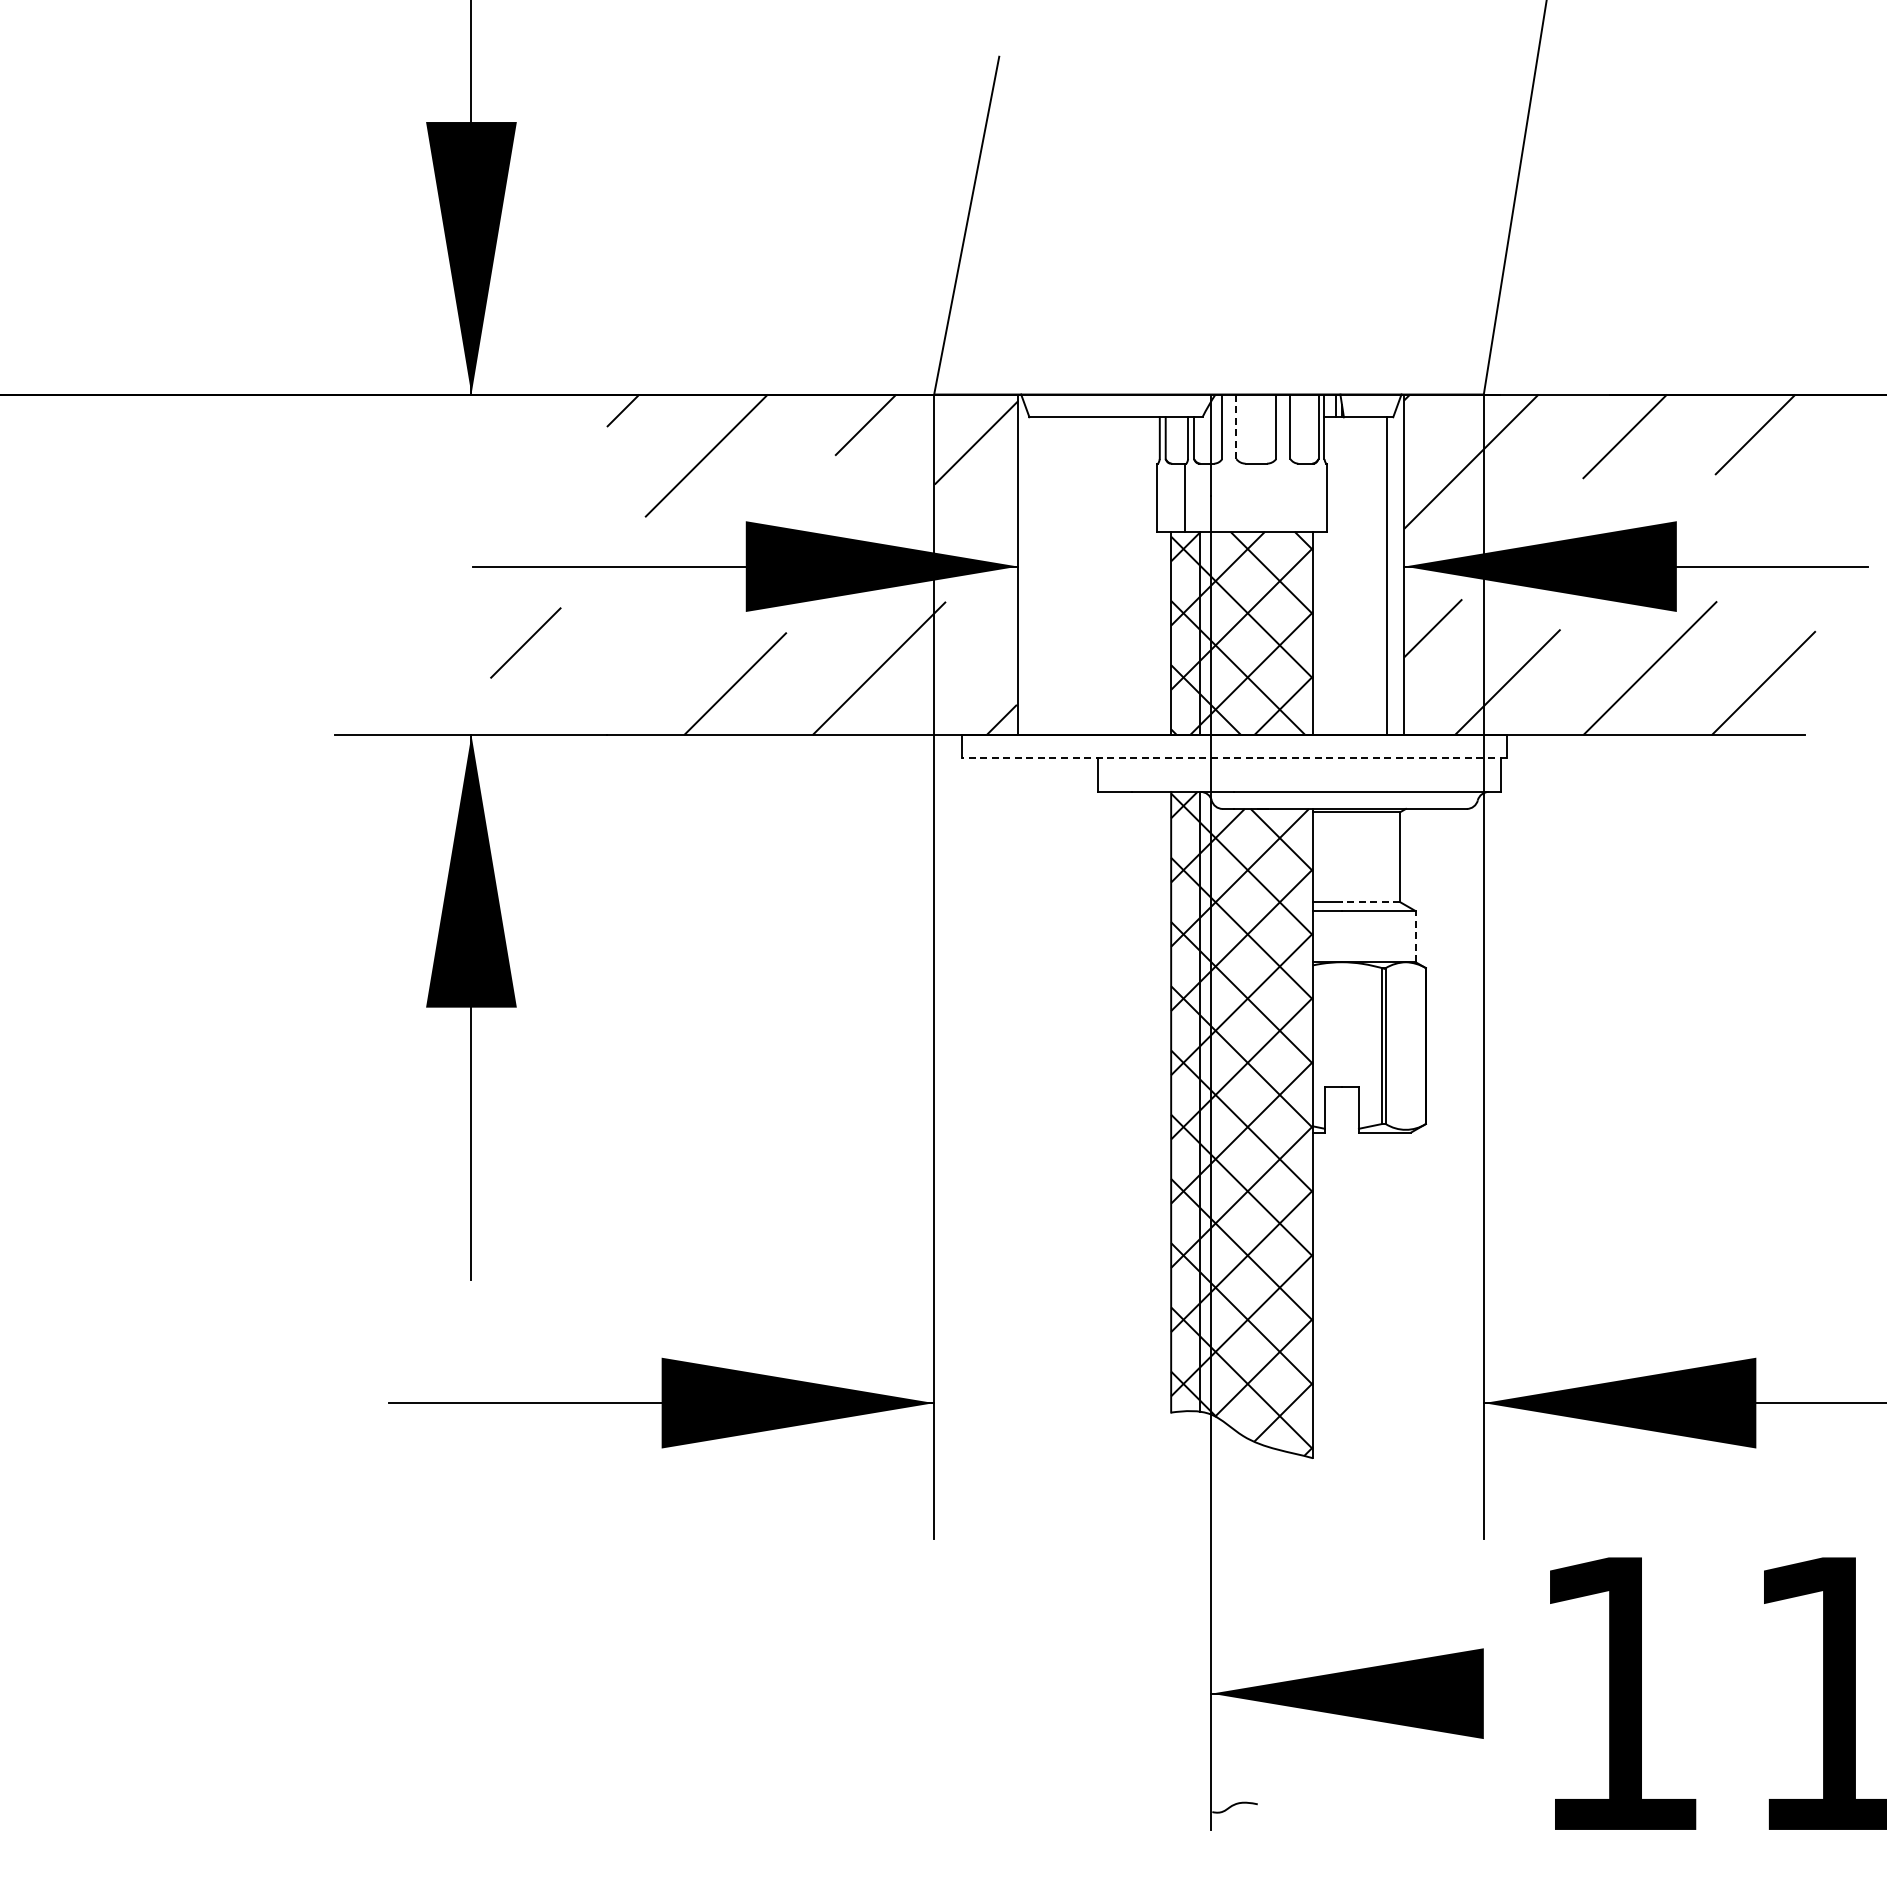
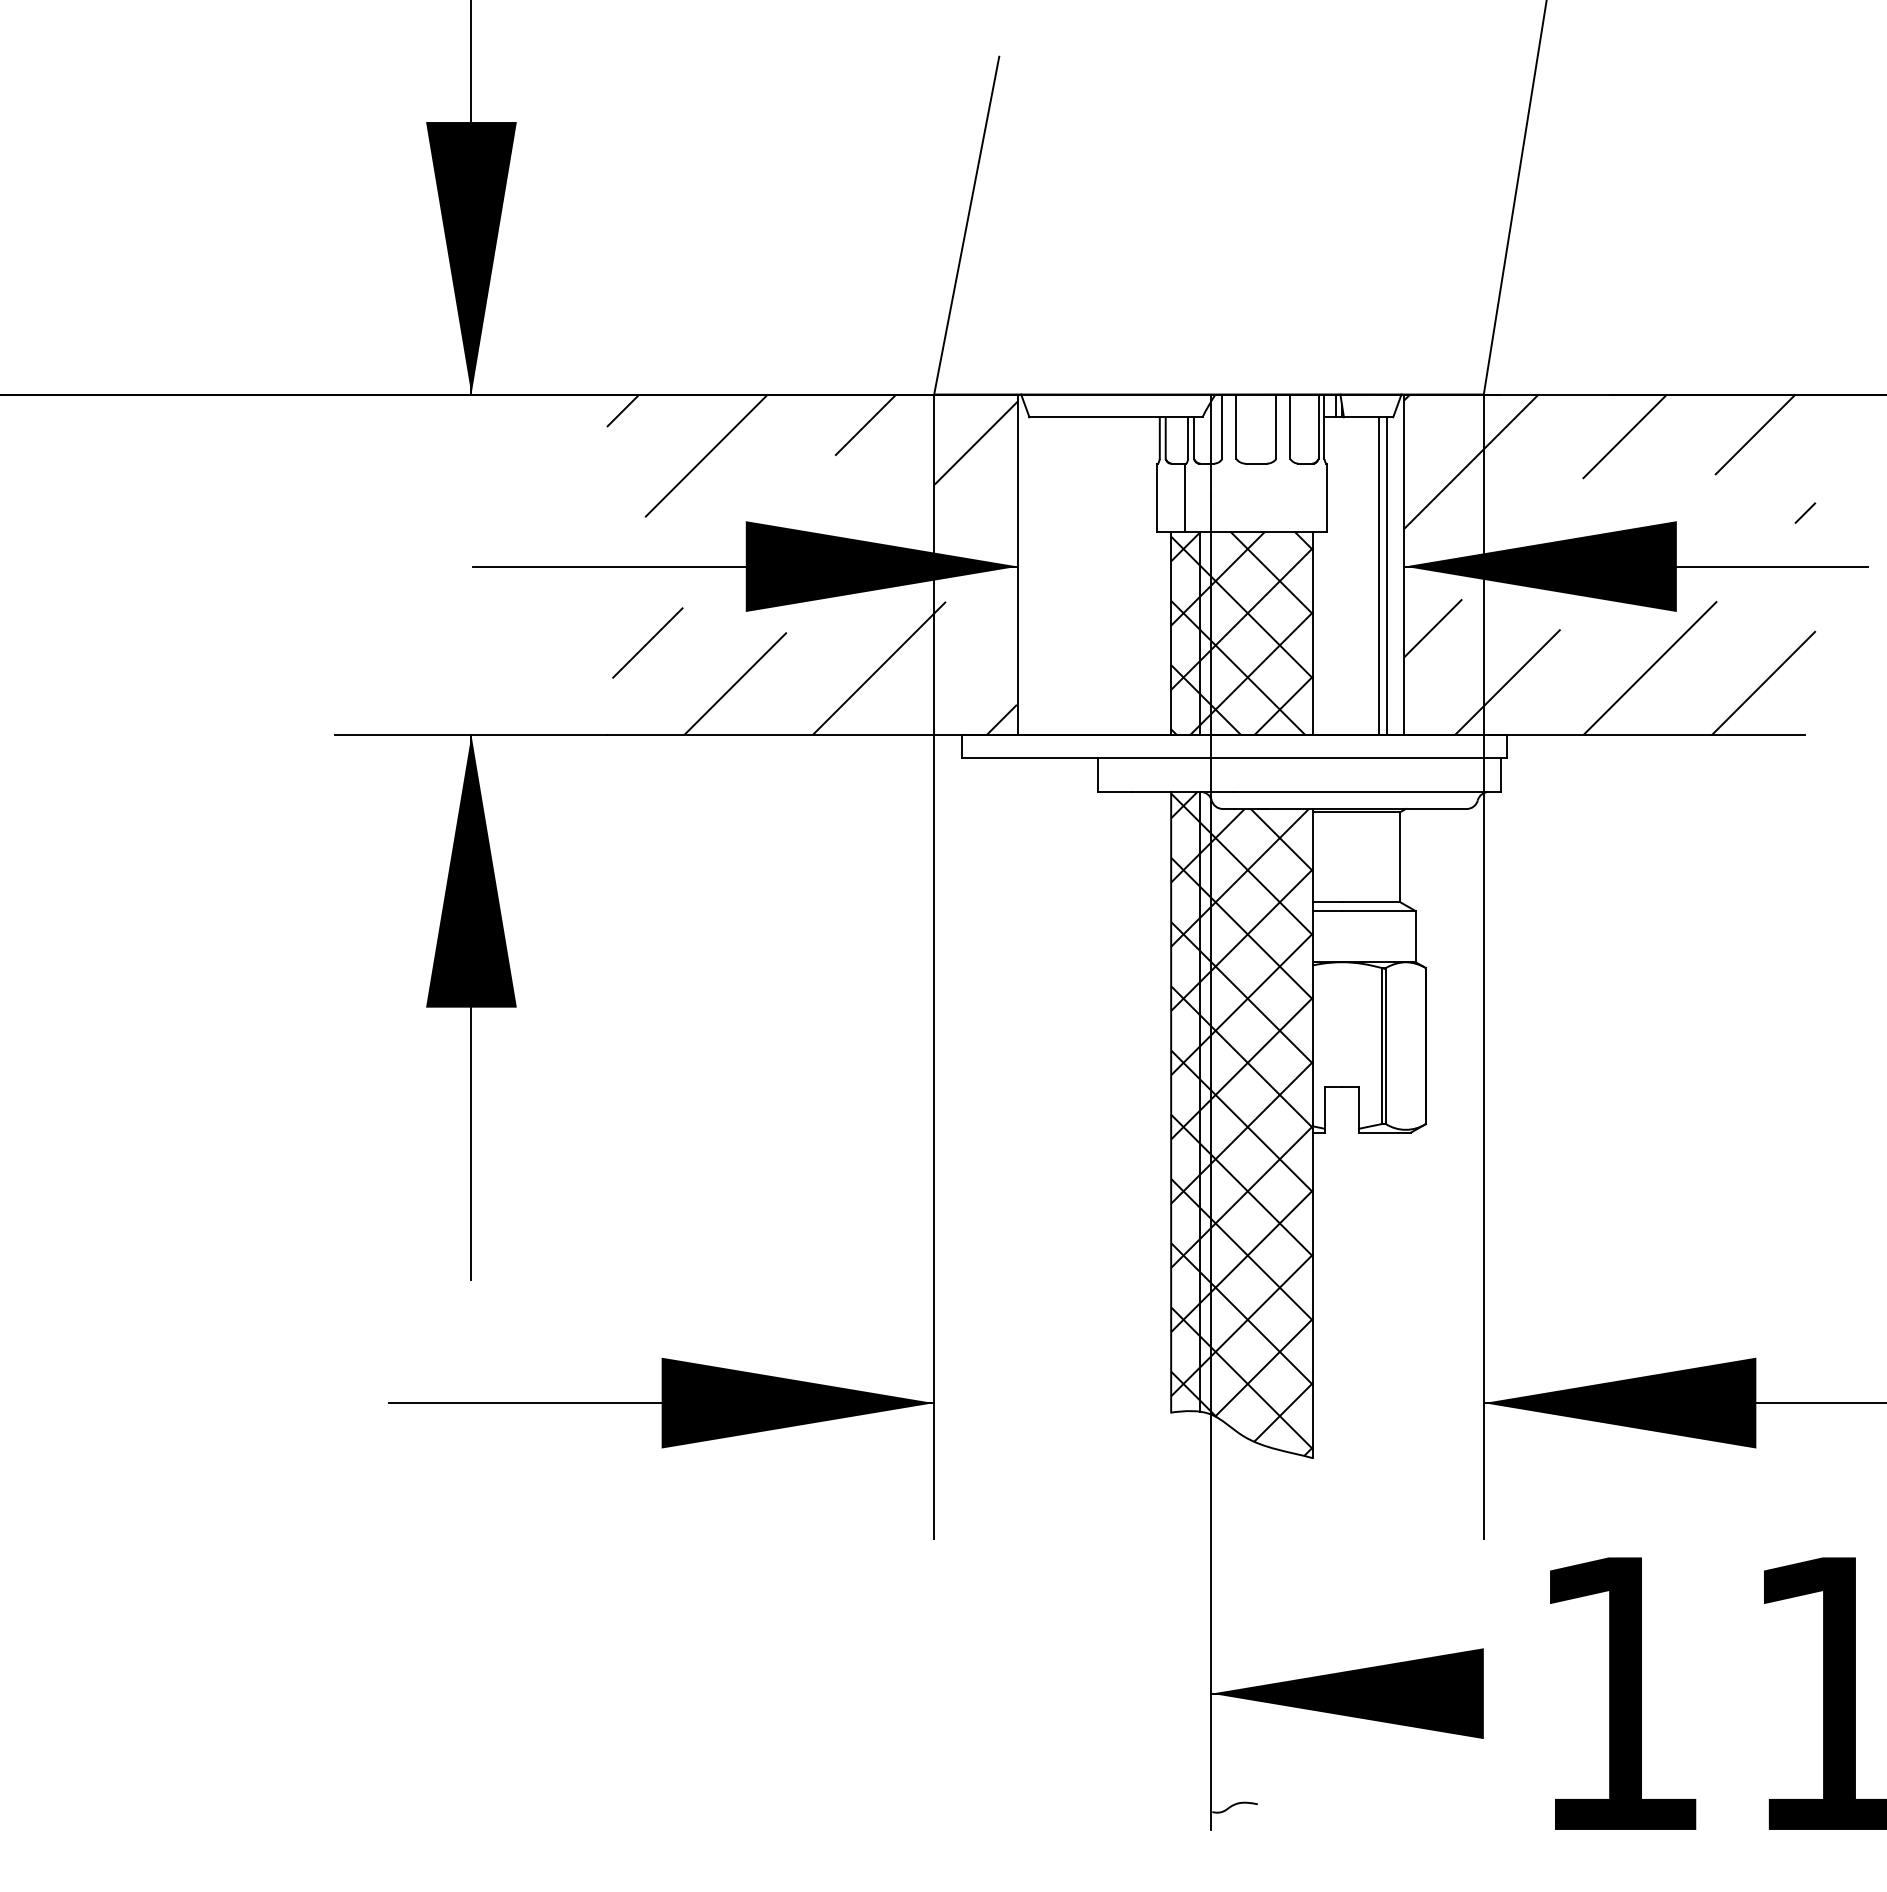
line at (1236, 427): dashed -> solid
line at (1805, 512): none -> present
line at (1378, 576): none -> present
line at (525, 642) position: (525, 642) -> (647, 642)
line at (1233, 757): dashed -> solid
line at (1370, 902): dashed -> solid
line at (1415, 936): dashed -> solid
